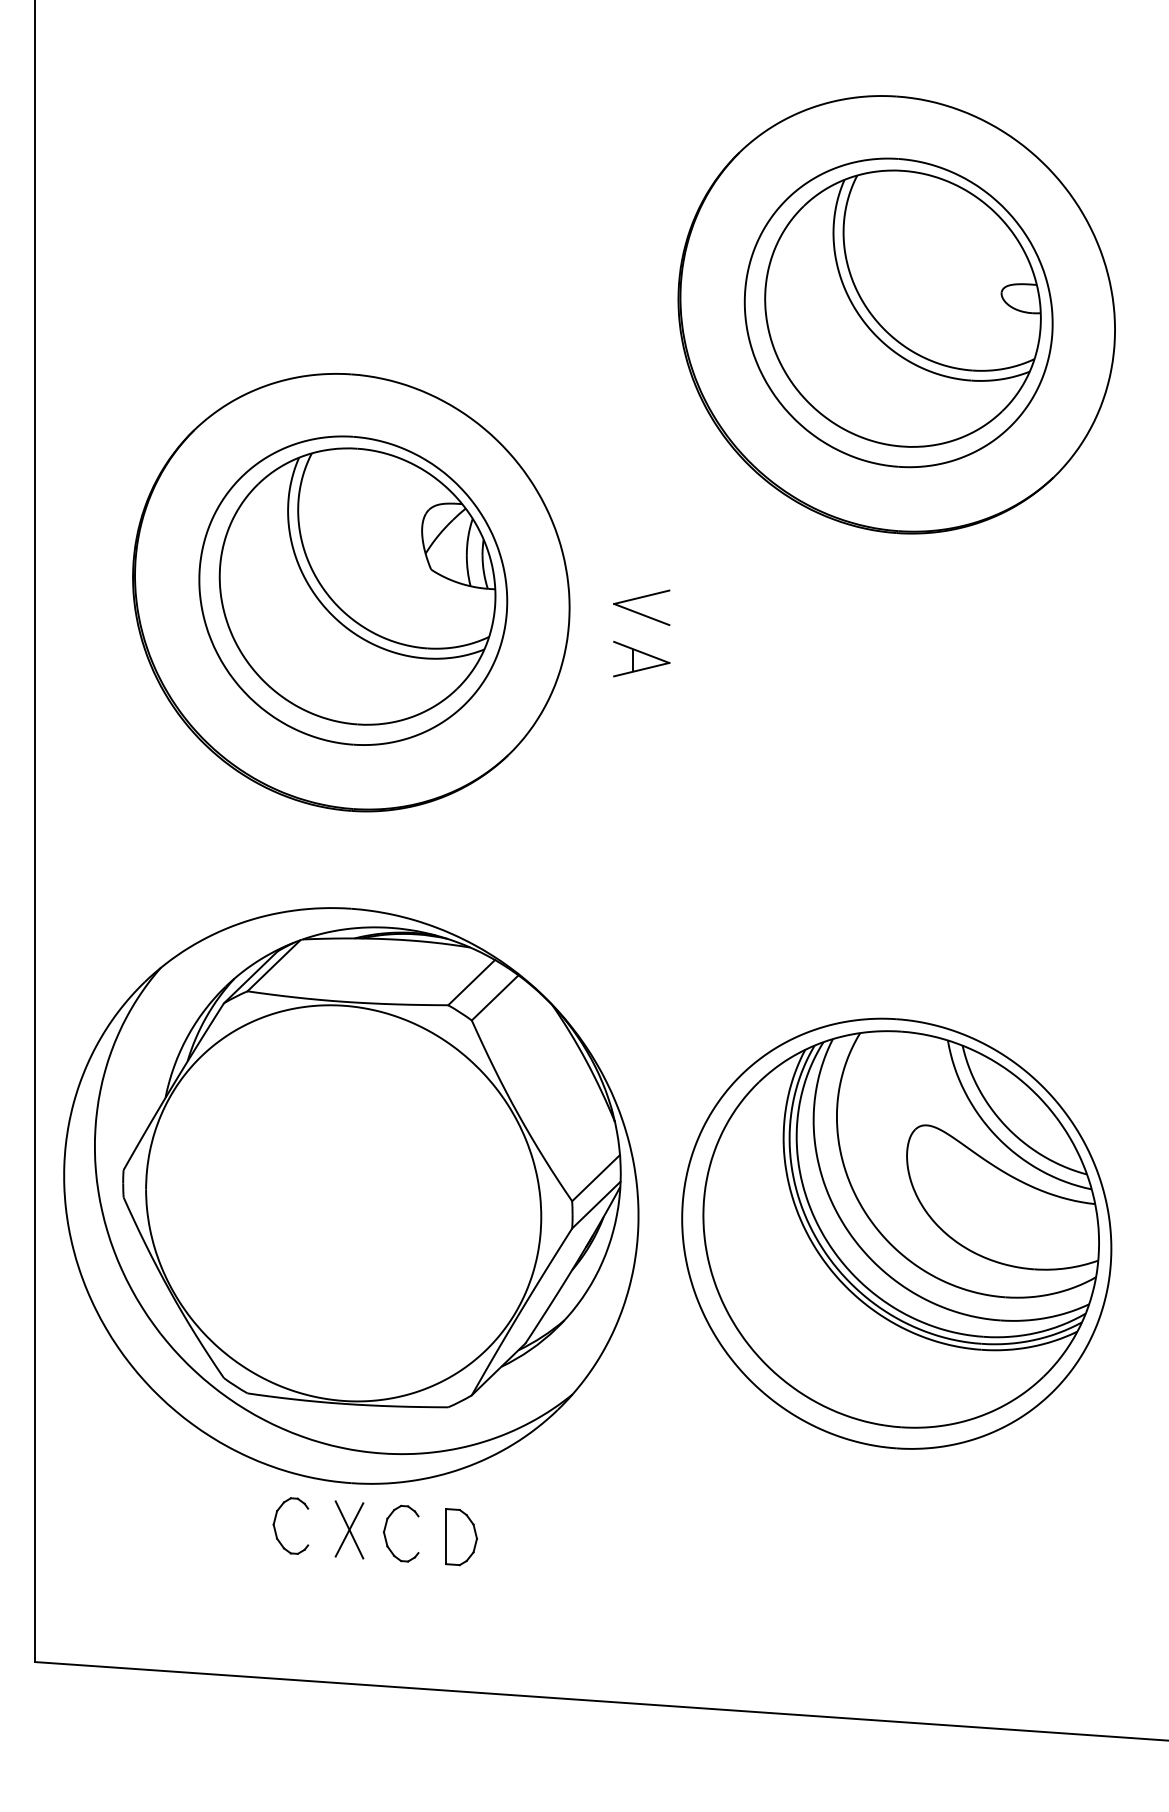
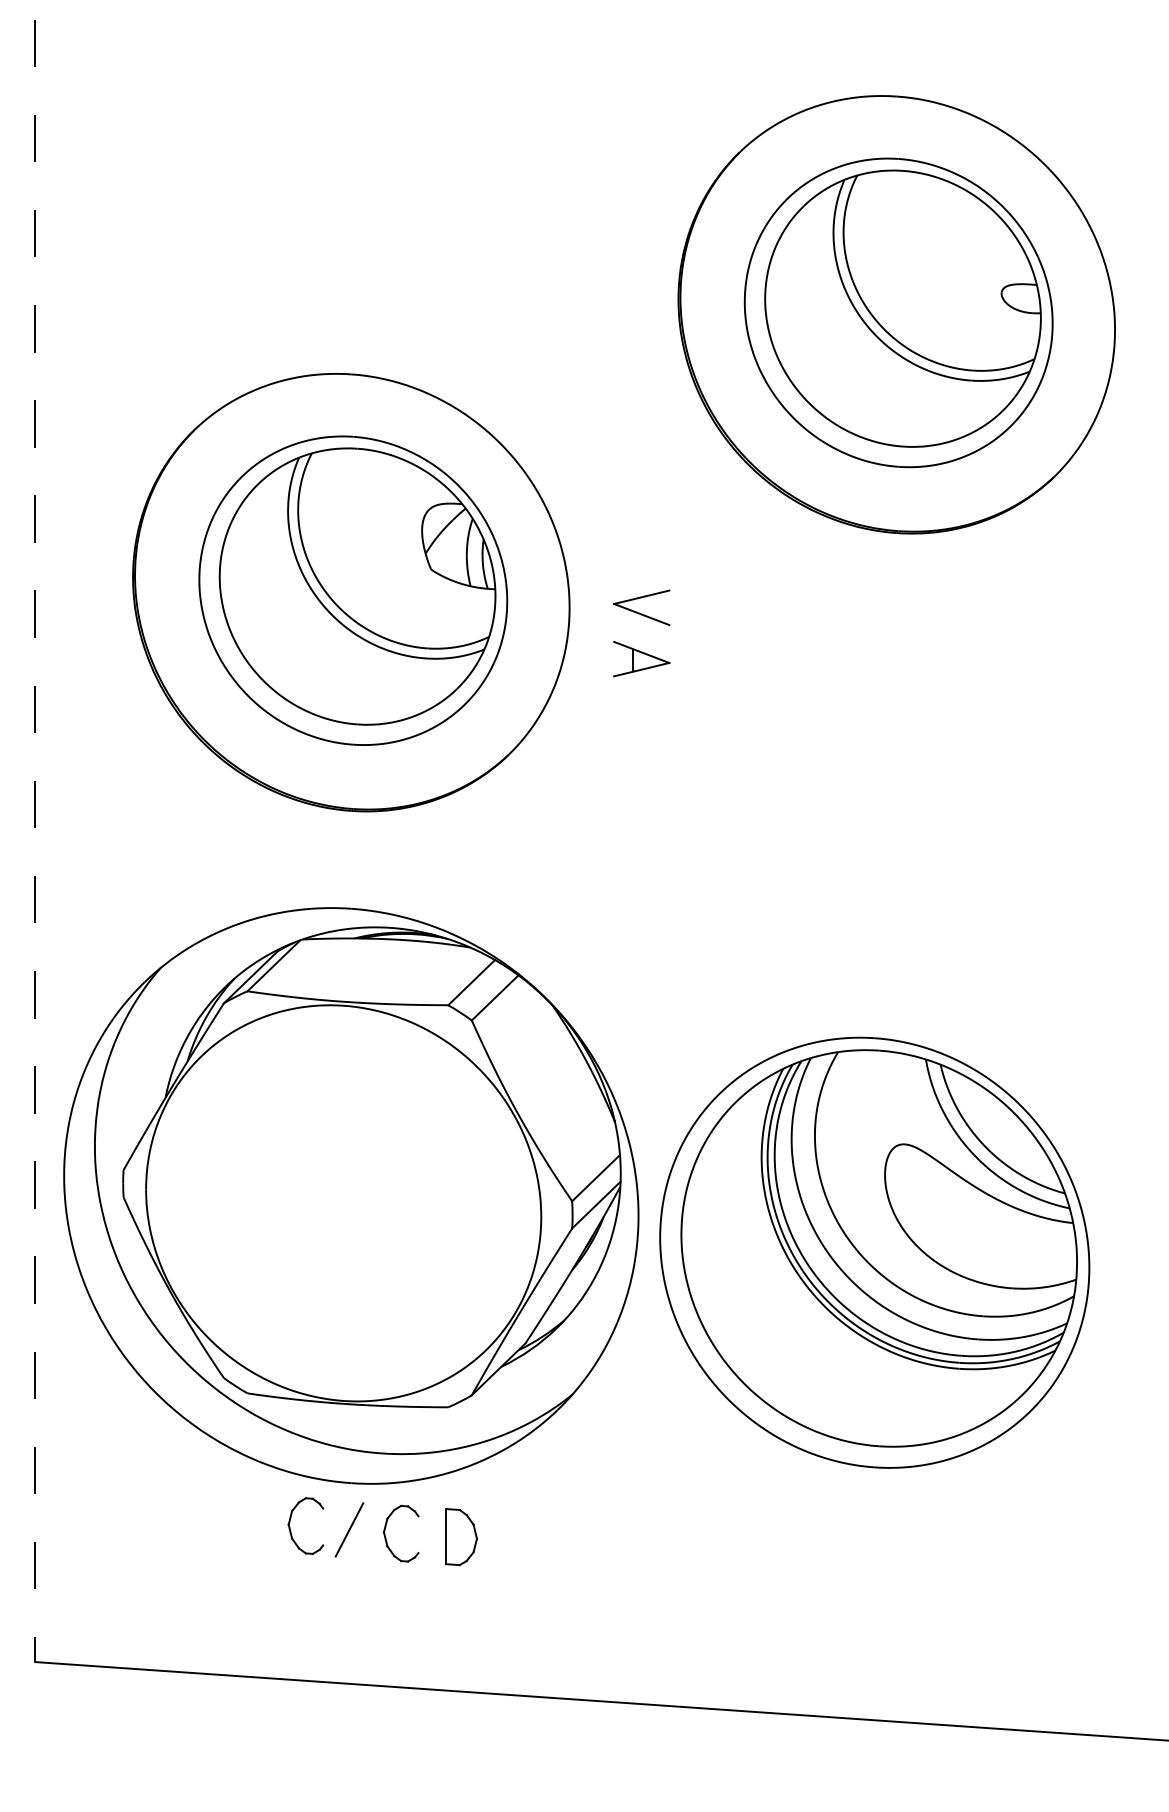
line at (35, 831): solid -> dashed
part at (896, 1233) position: (896, 1233) -> (874, 1252)
part at (275, 1526) position: (275, 1526) -> (290, 1526)
line at (349, 1529): present -> none
